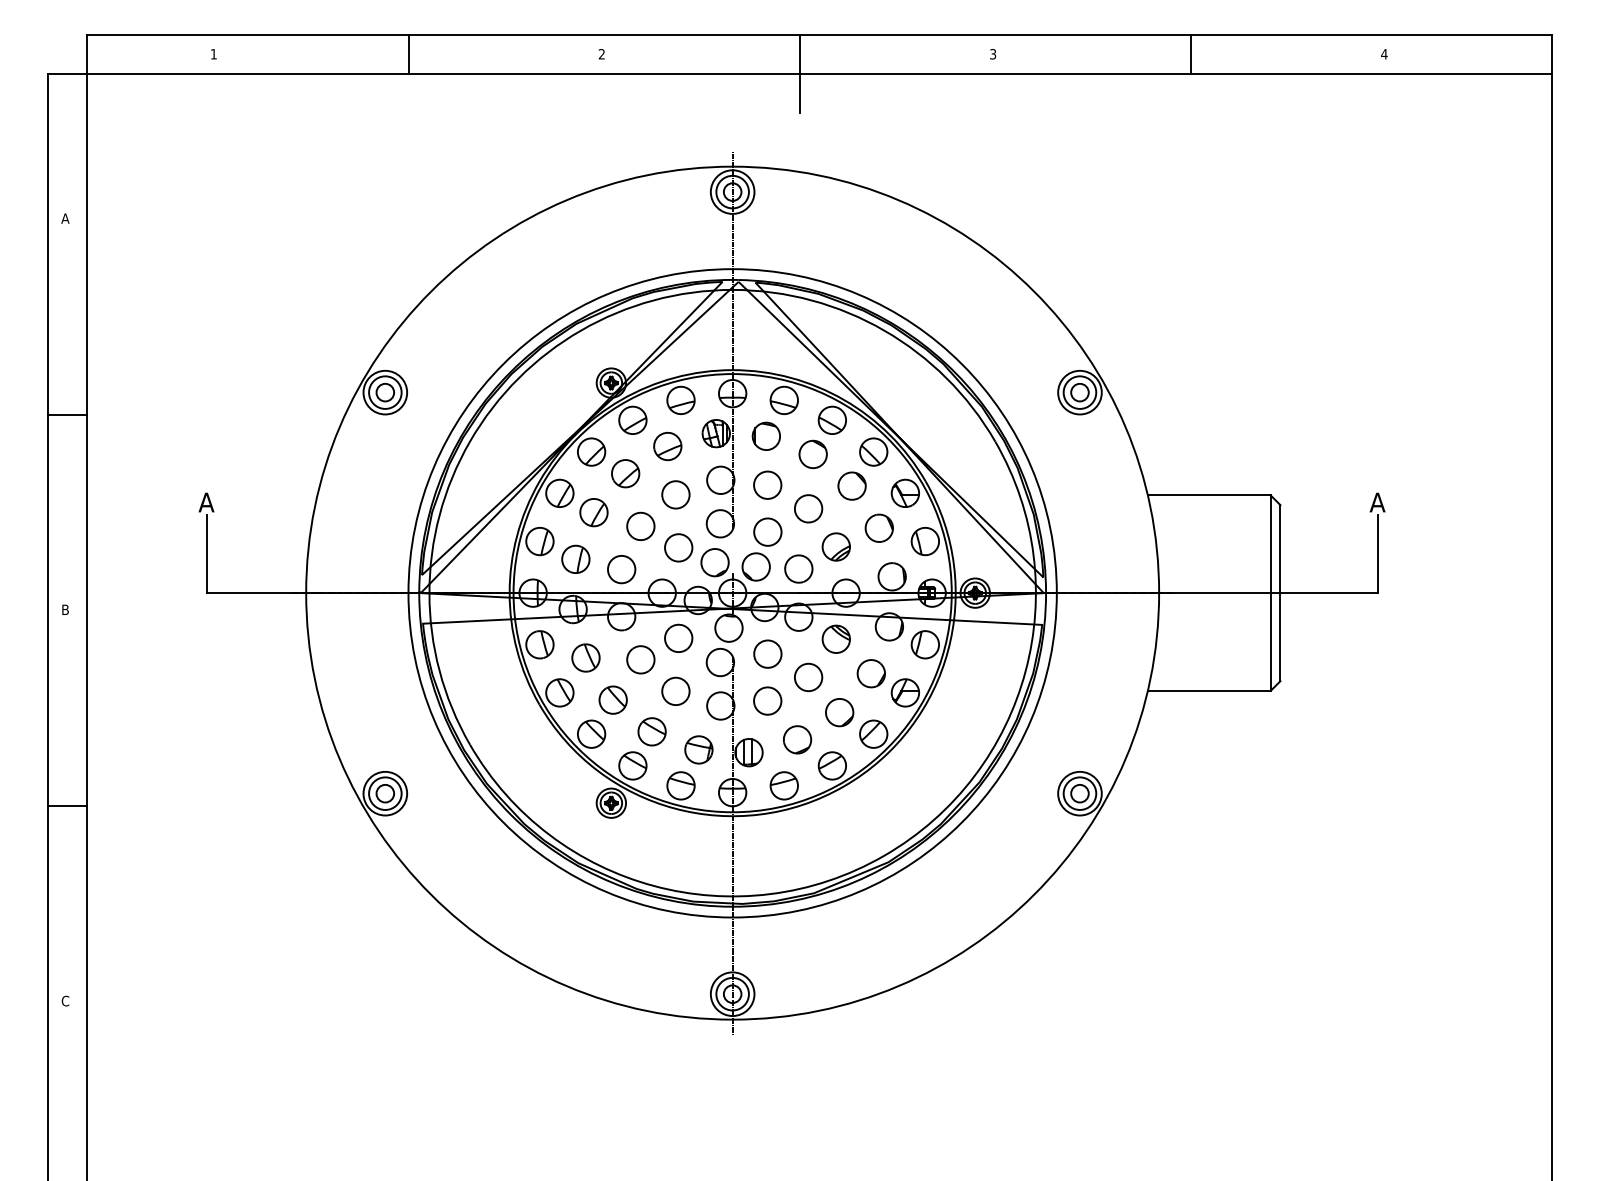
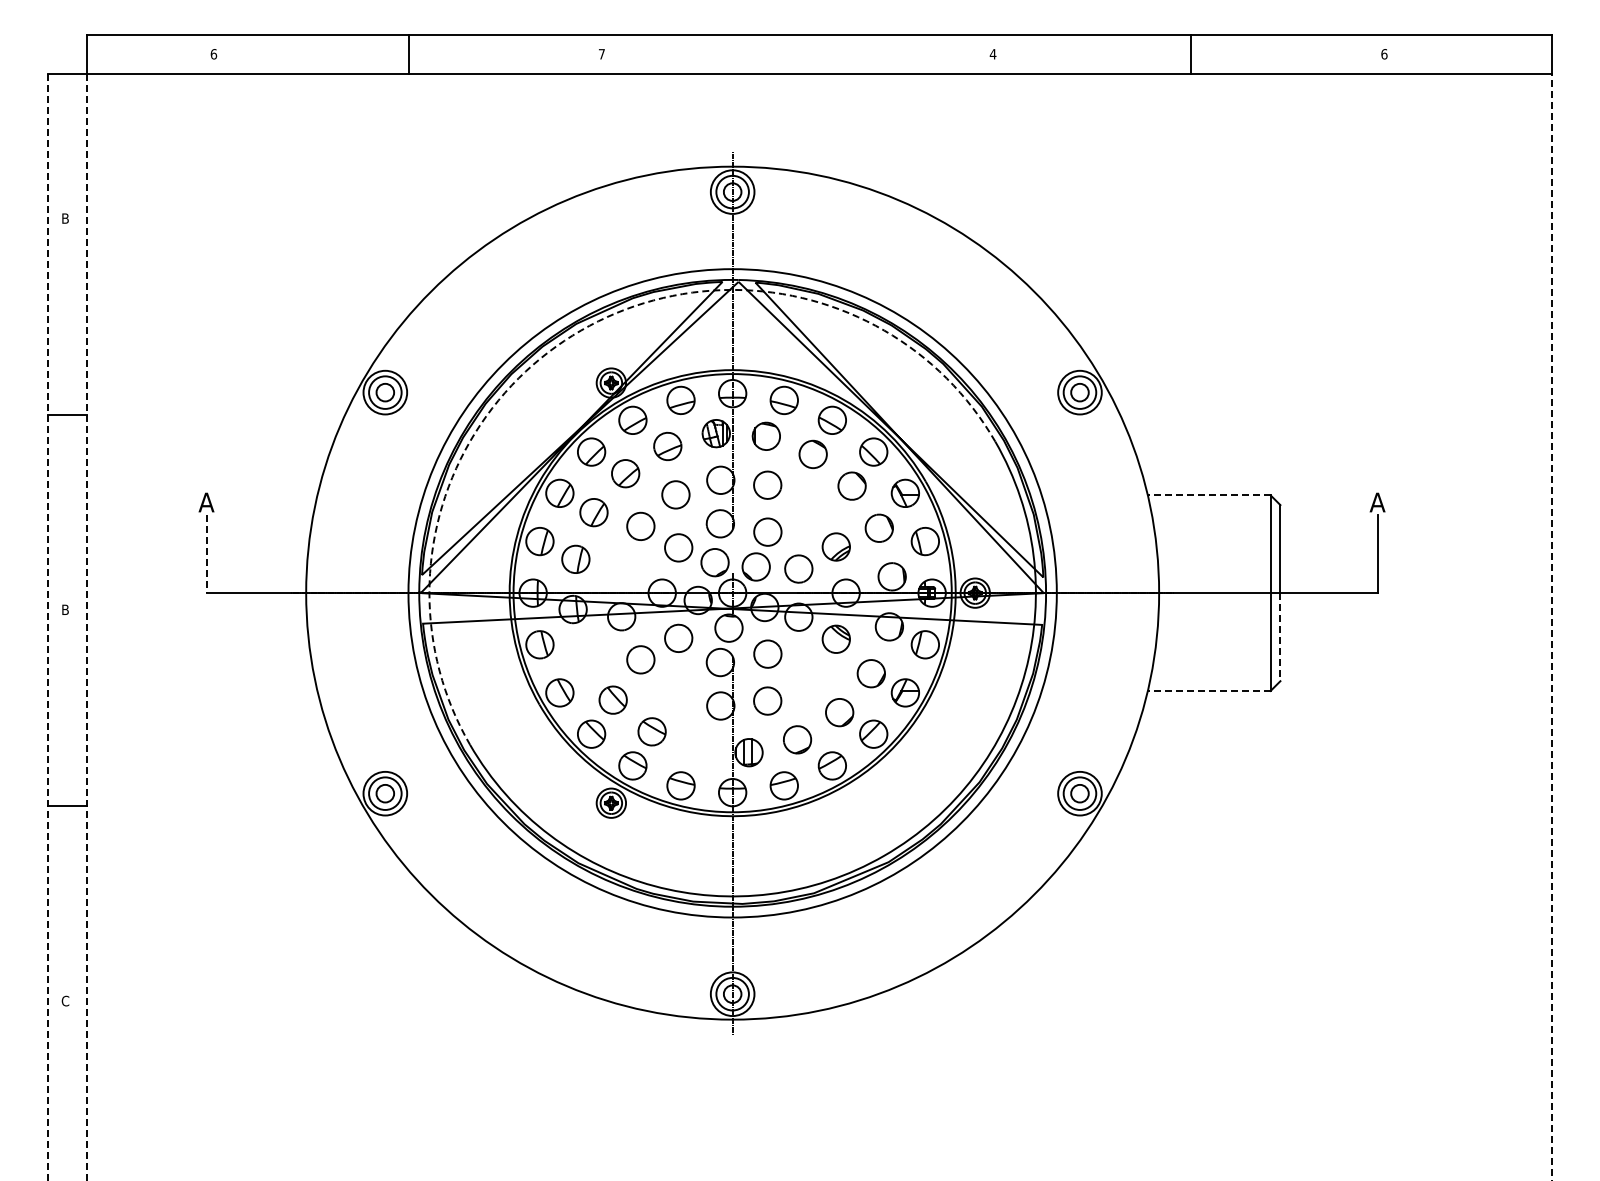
text at (213, 54): 1 -> 6
text at (601, 54): 2 -> 7
text at (992, 54): 3 -> 4
text at (1384, 54): 4 -> 6
line at (800, 74): present -> none
text at (65, 218): A -> B
arc at (581, 330): solid -> dashed
line at (1208, 495): solid -> dashed
part at (808, 508): present -> none
line at (206, 554): solid -> dashed
circle at (621, 569): present -> none
line at (47, 627): solid -> dashed
line at (87, 627): solid -> dashed
line at (1552, 627): solid -> dashed
line at (1280, 637): solid -> dashed
part at (585, 657): present -> none
circle at (808, 677): present -> none
part at (675, 690): present -> none
line at (1208, 690): solid -> dashed
part at (698, 749): present -> none
